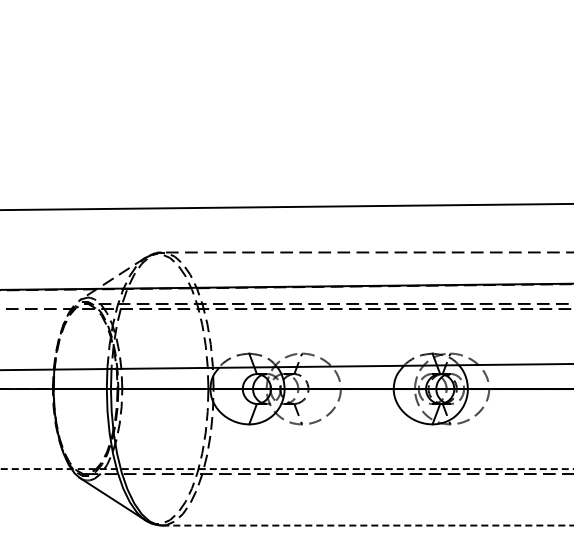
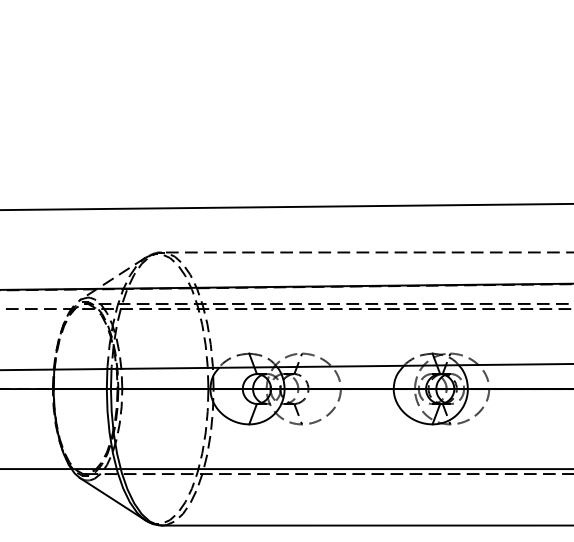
line at (286, 469): dashed -> solid
line at (368, 525): dashed -> solid
